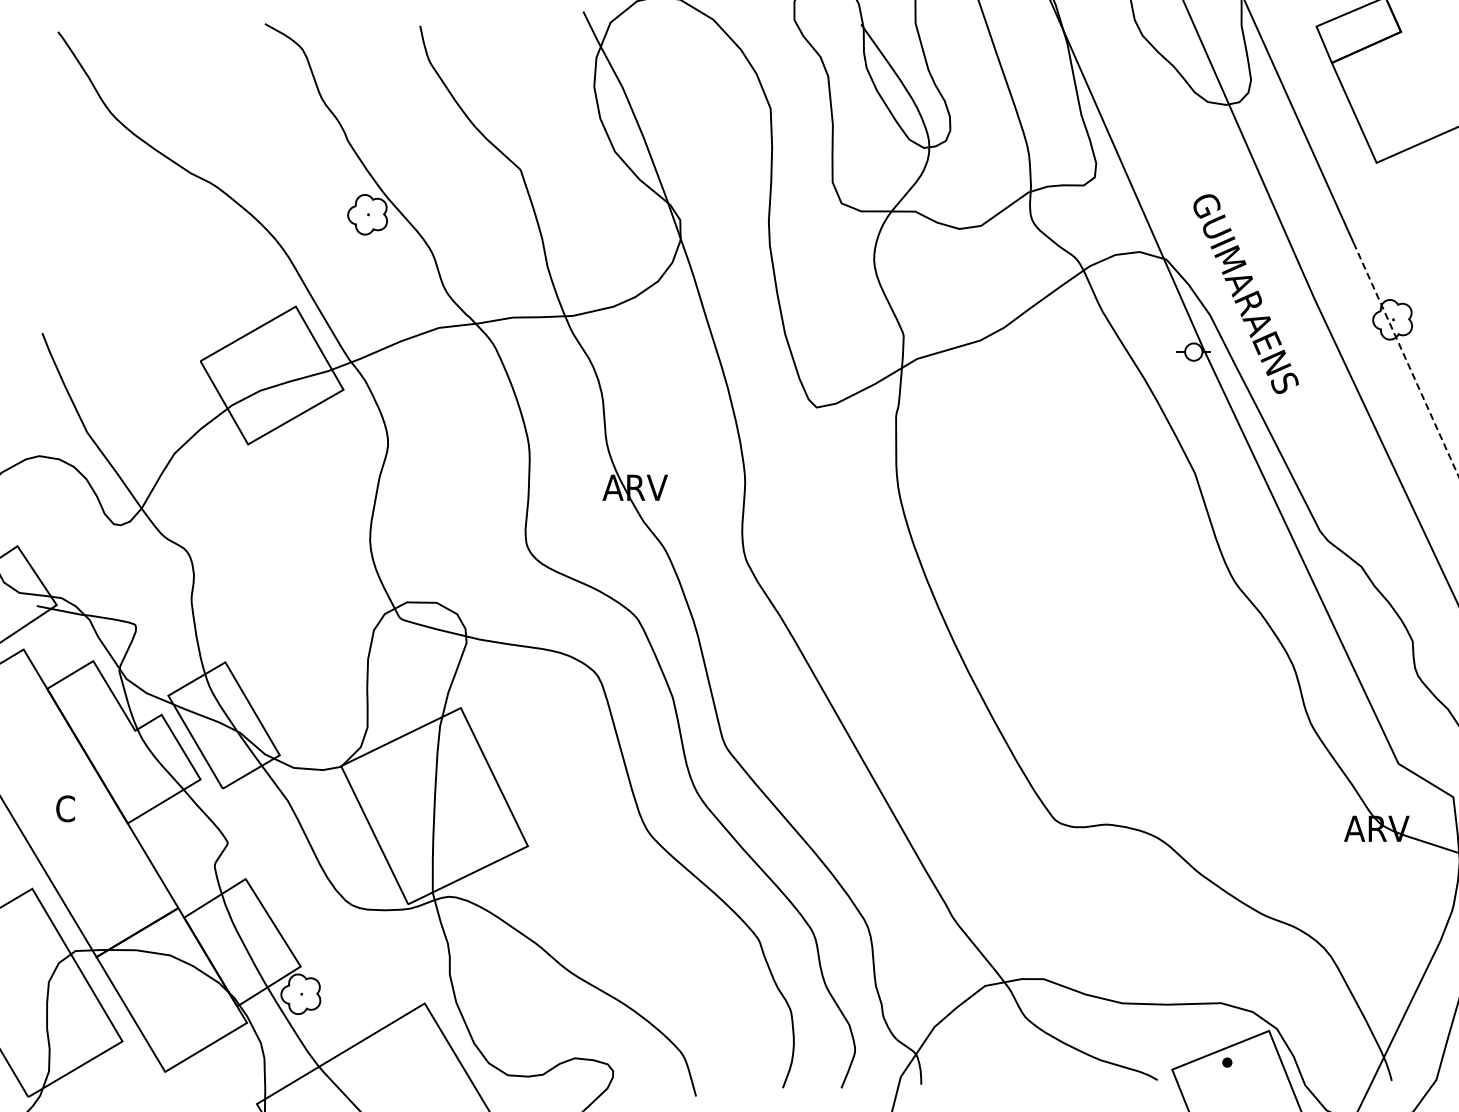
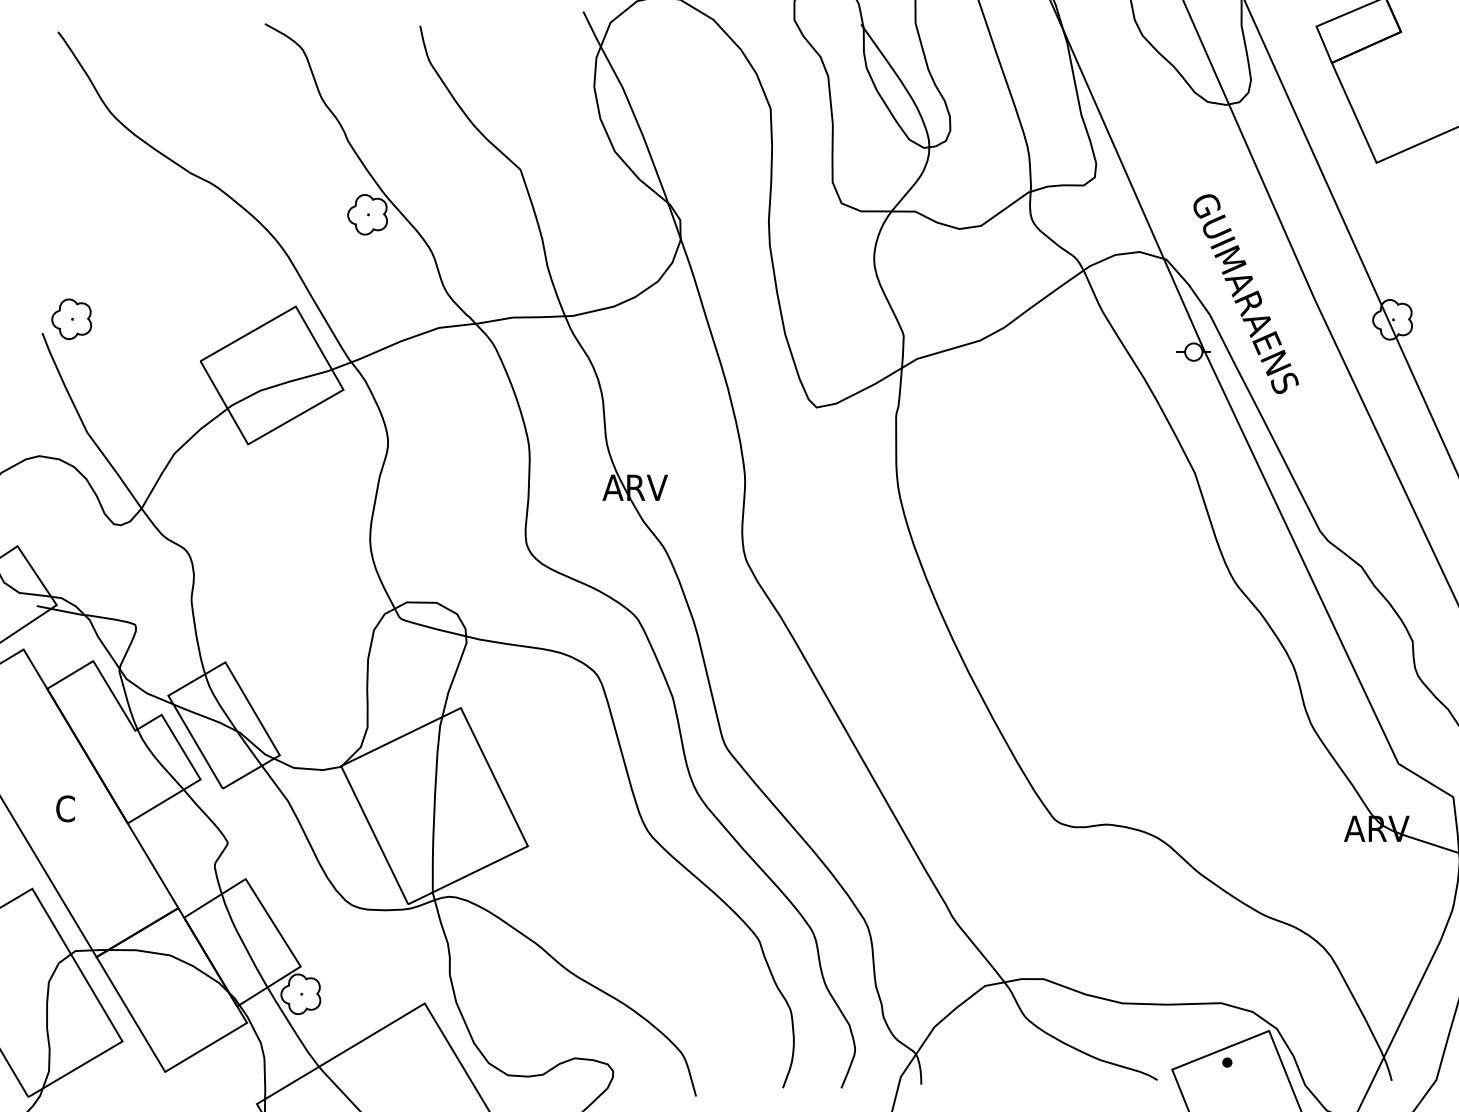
part at (71, 318): none -> present
line at (1406, 360): dashed -> solid
